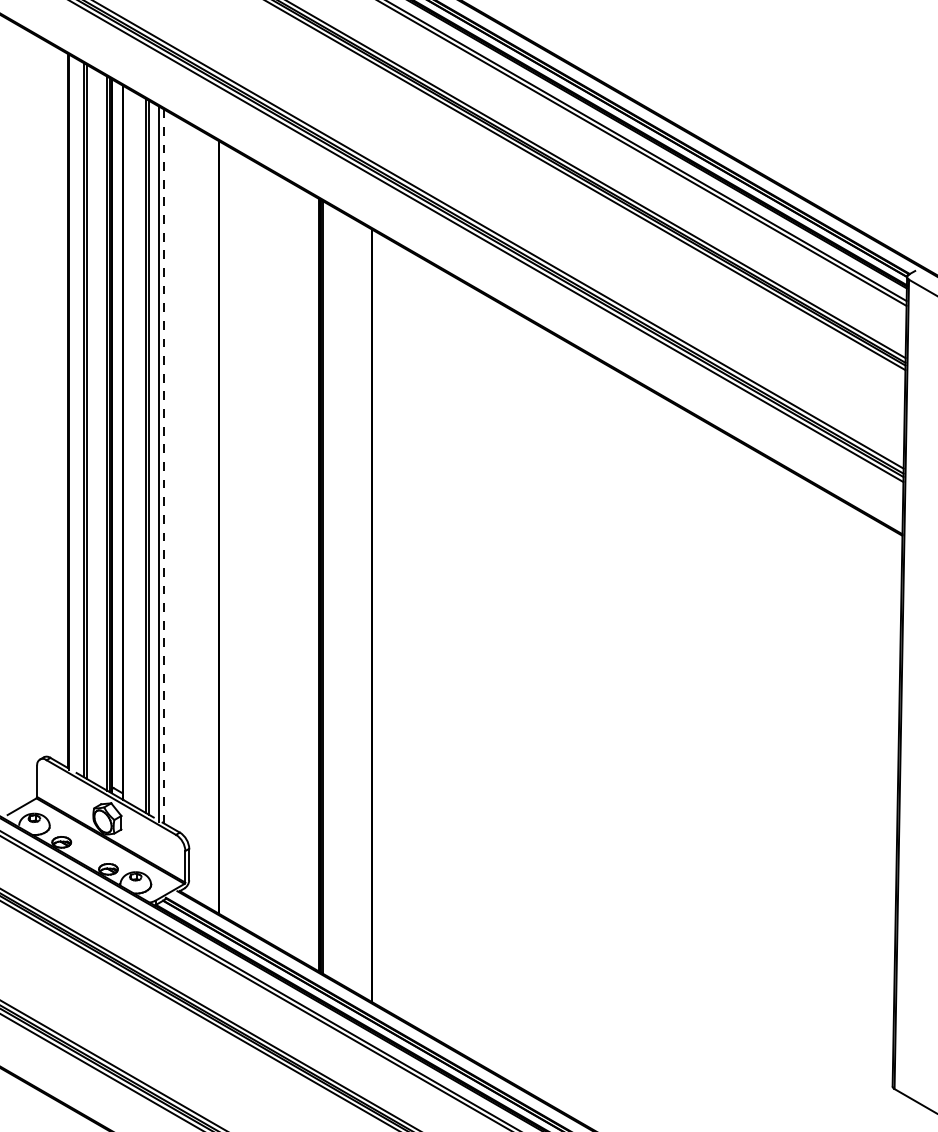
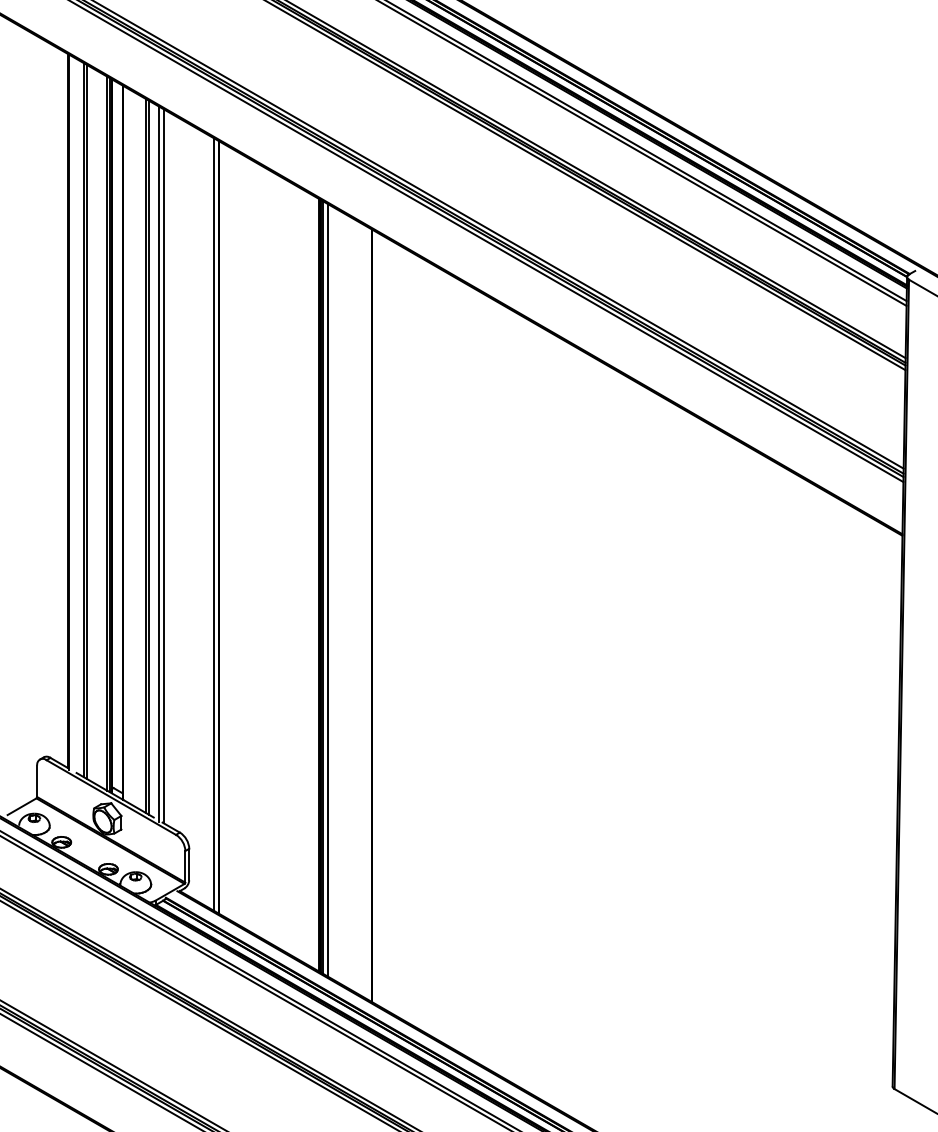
line at (163, 466): dashed -> solid
line at (214, 524): none -> present
line at (327, 590): none -> present
